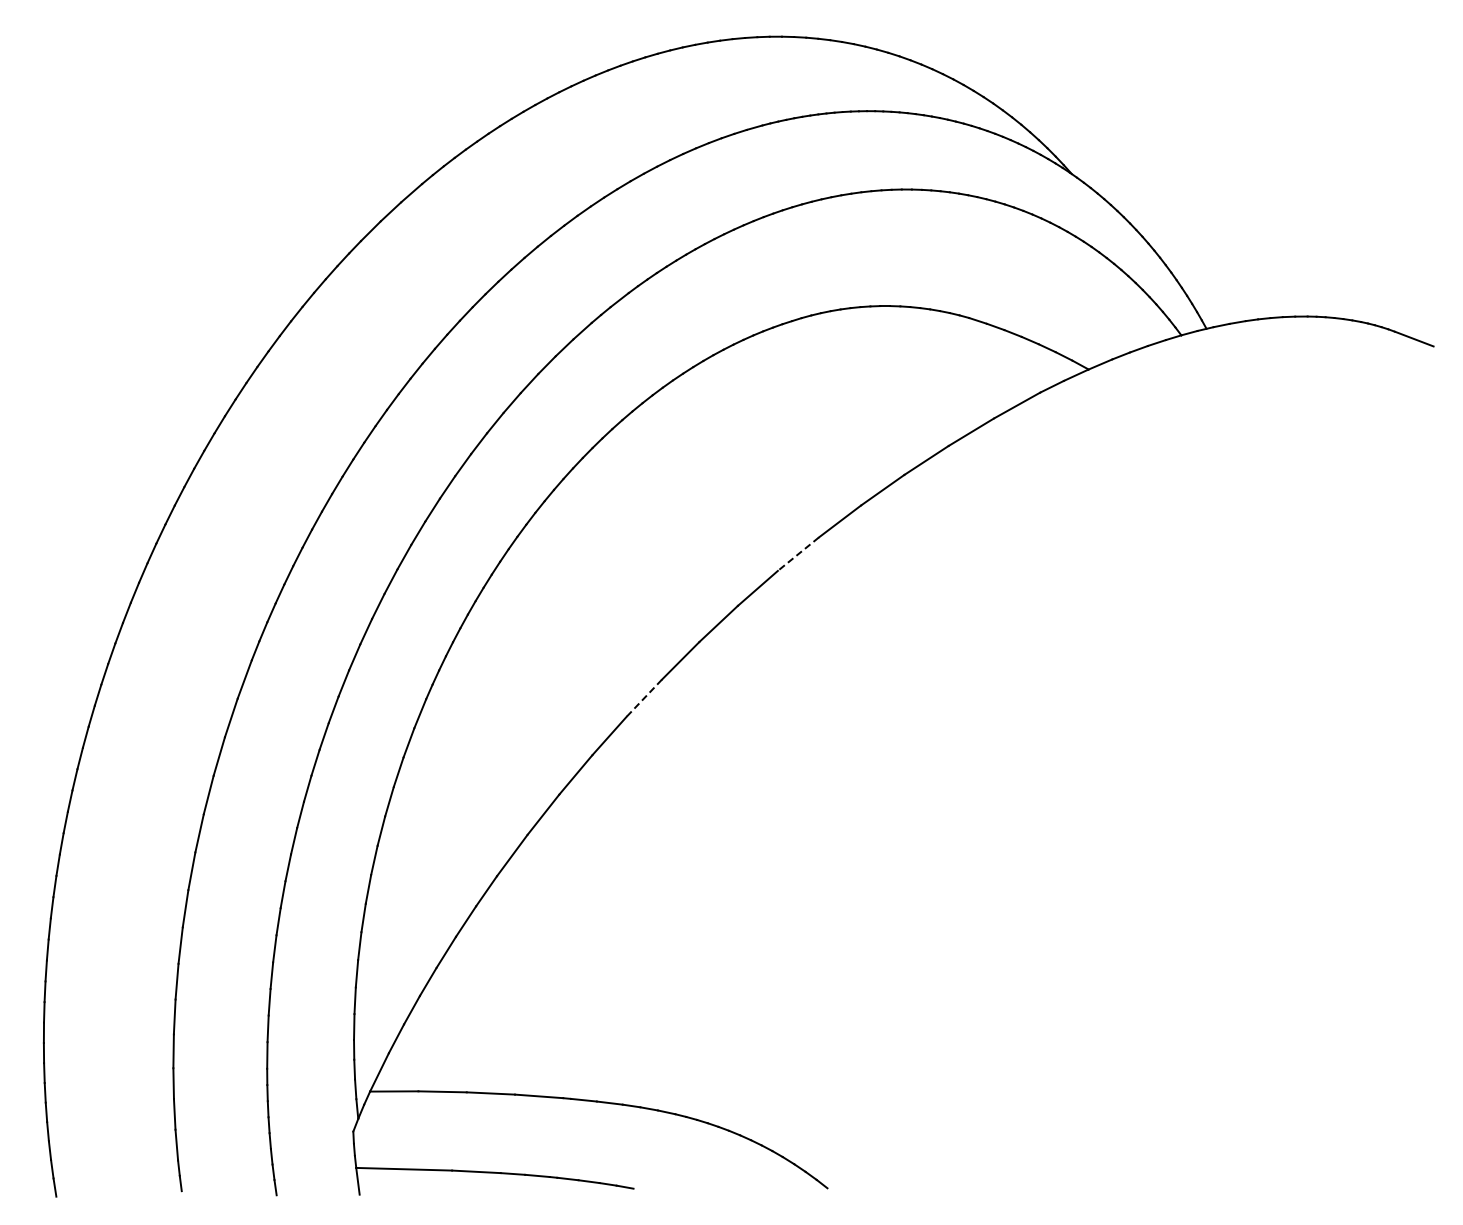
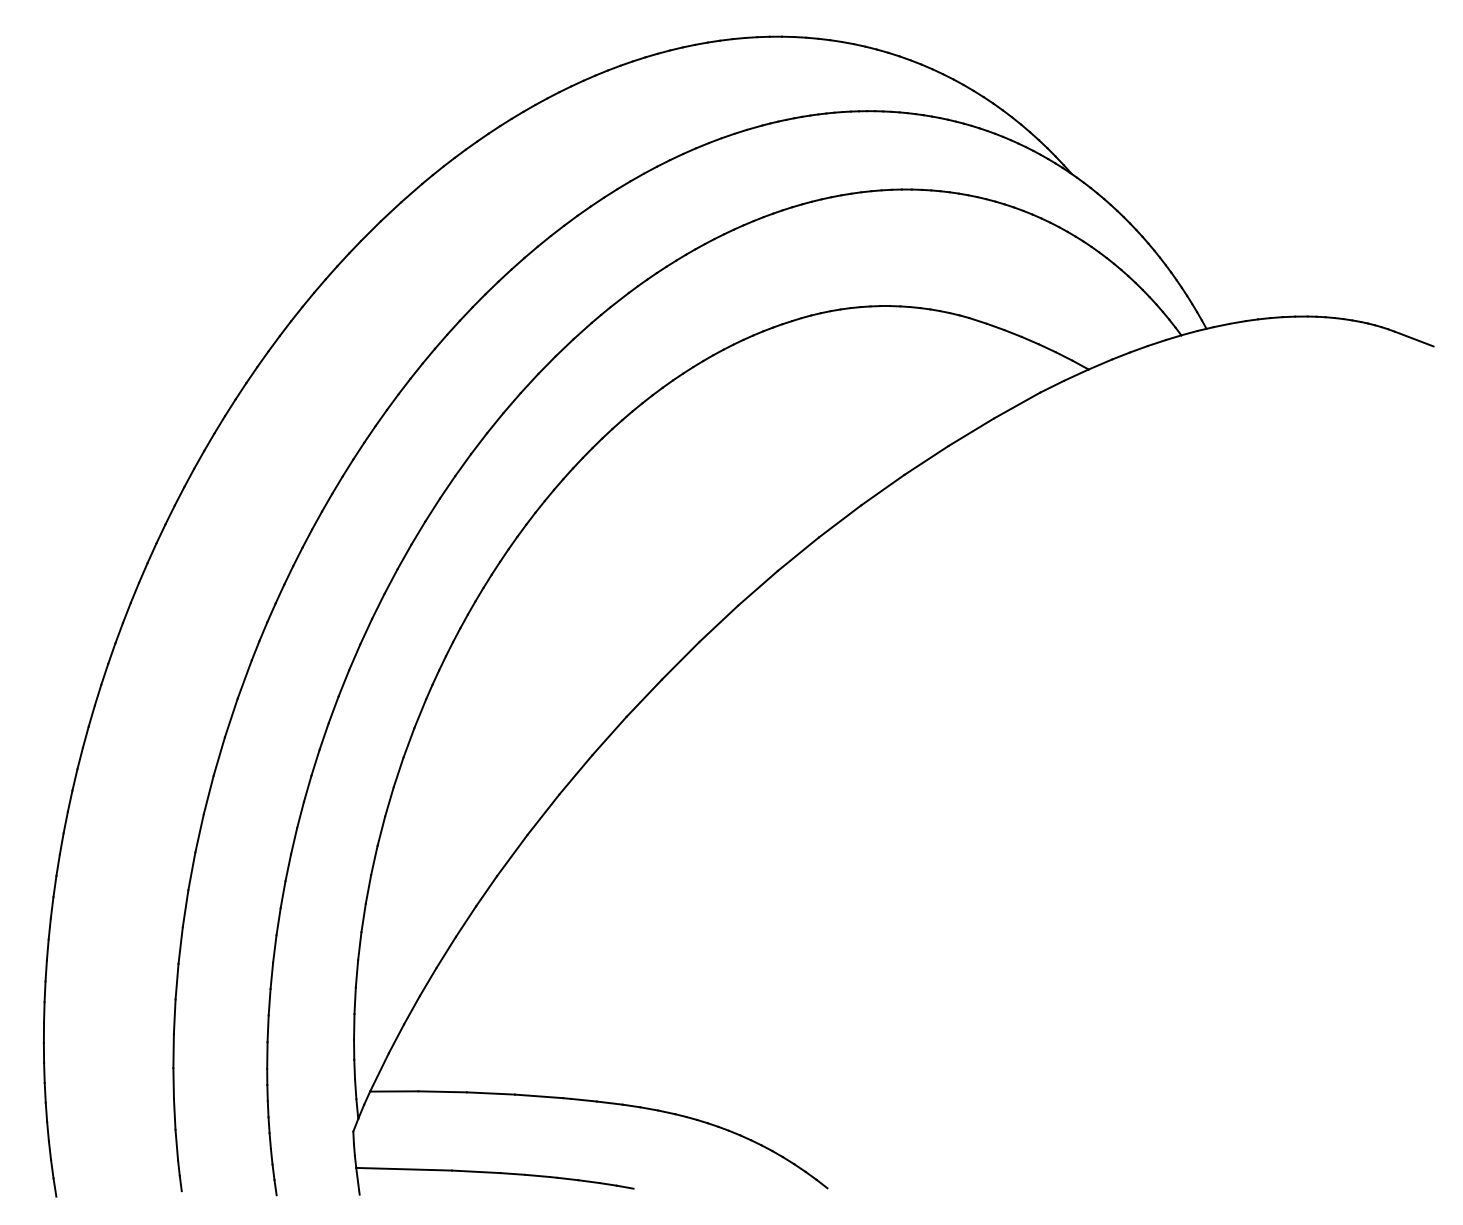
line at (798, 554): dashed -> solid
line at (644, 698): dashed -> solid
